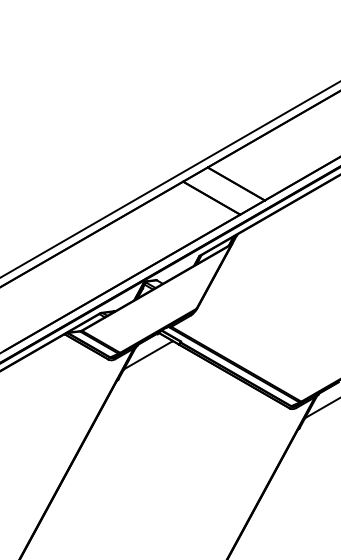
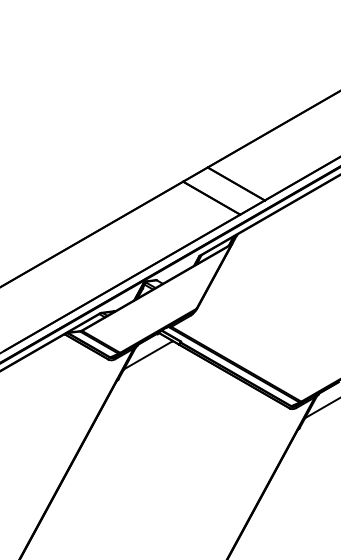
line at (169, 179): present -> none
